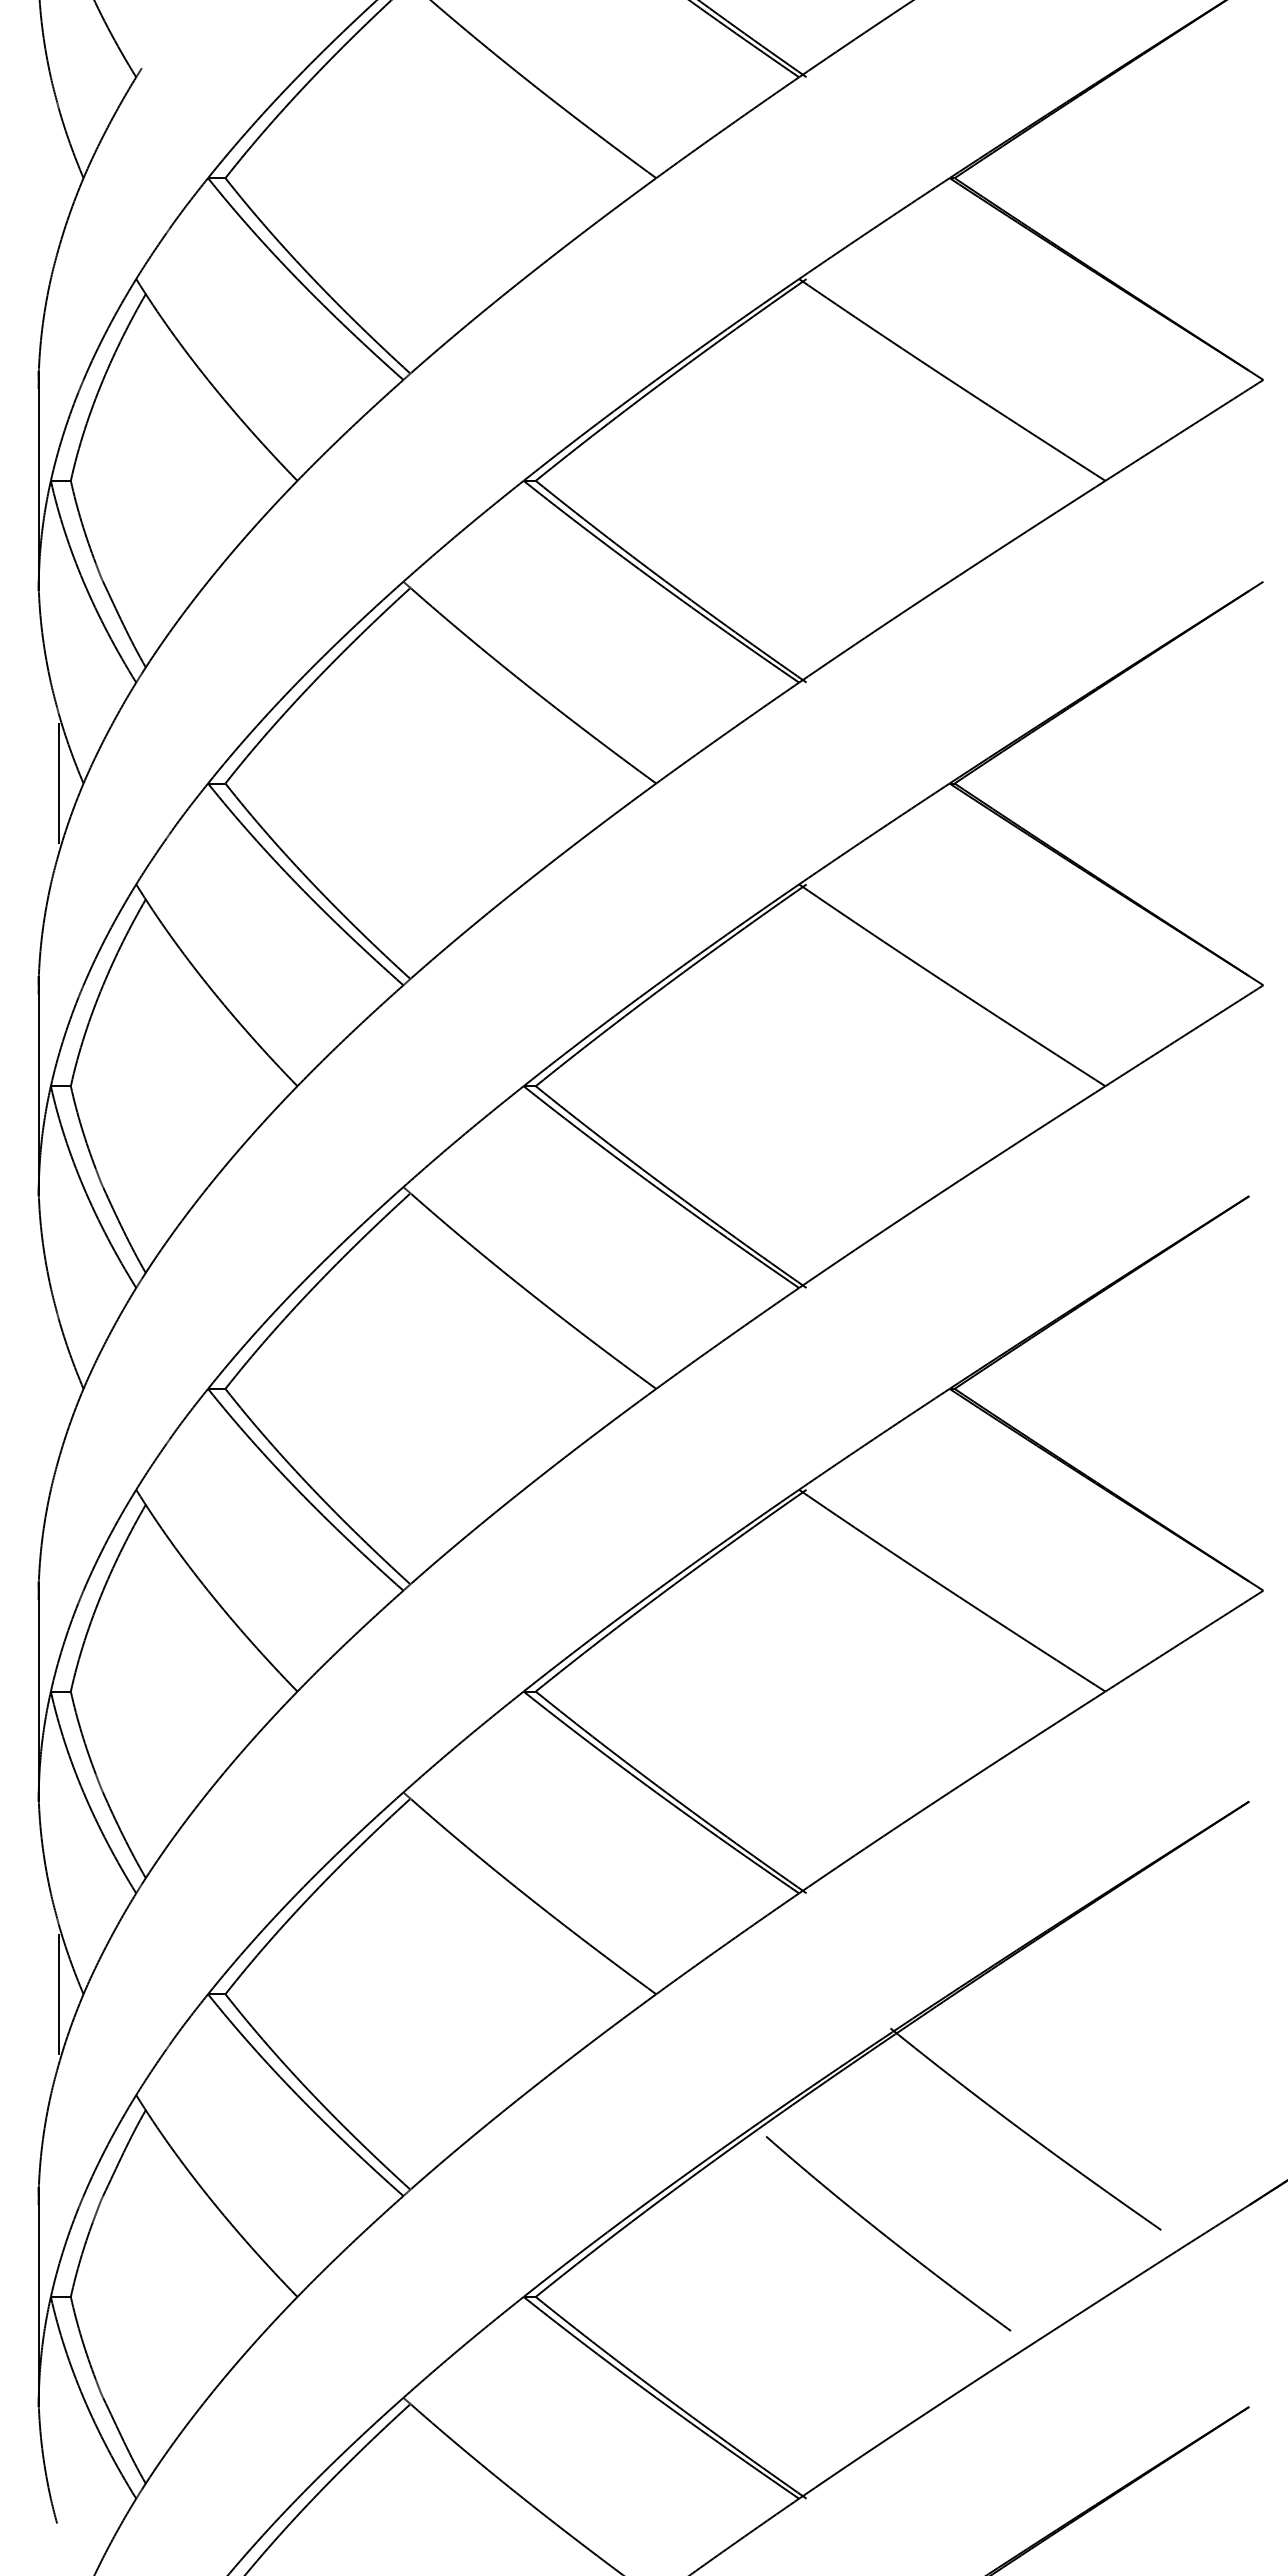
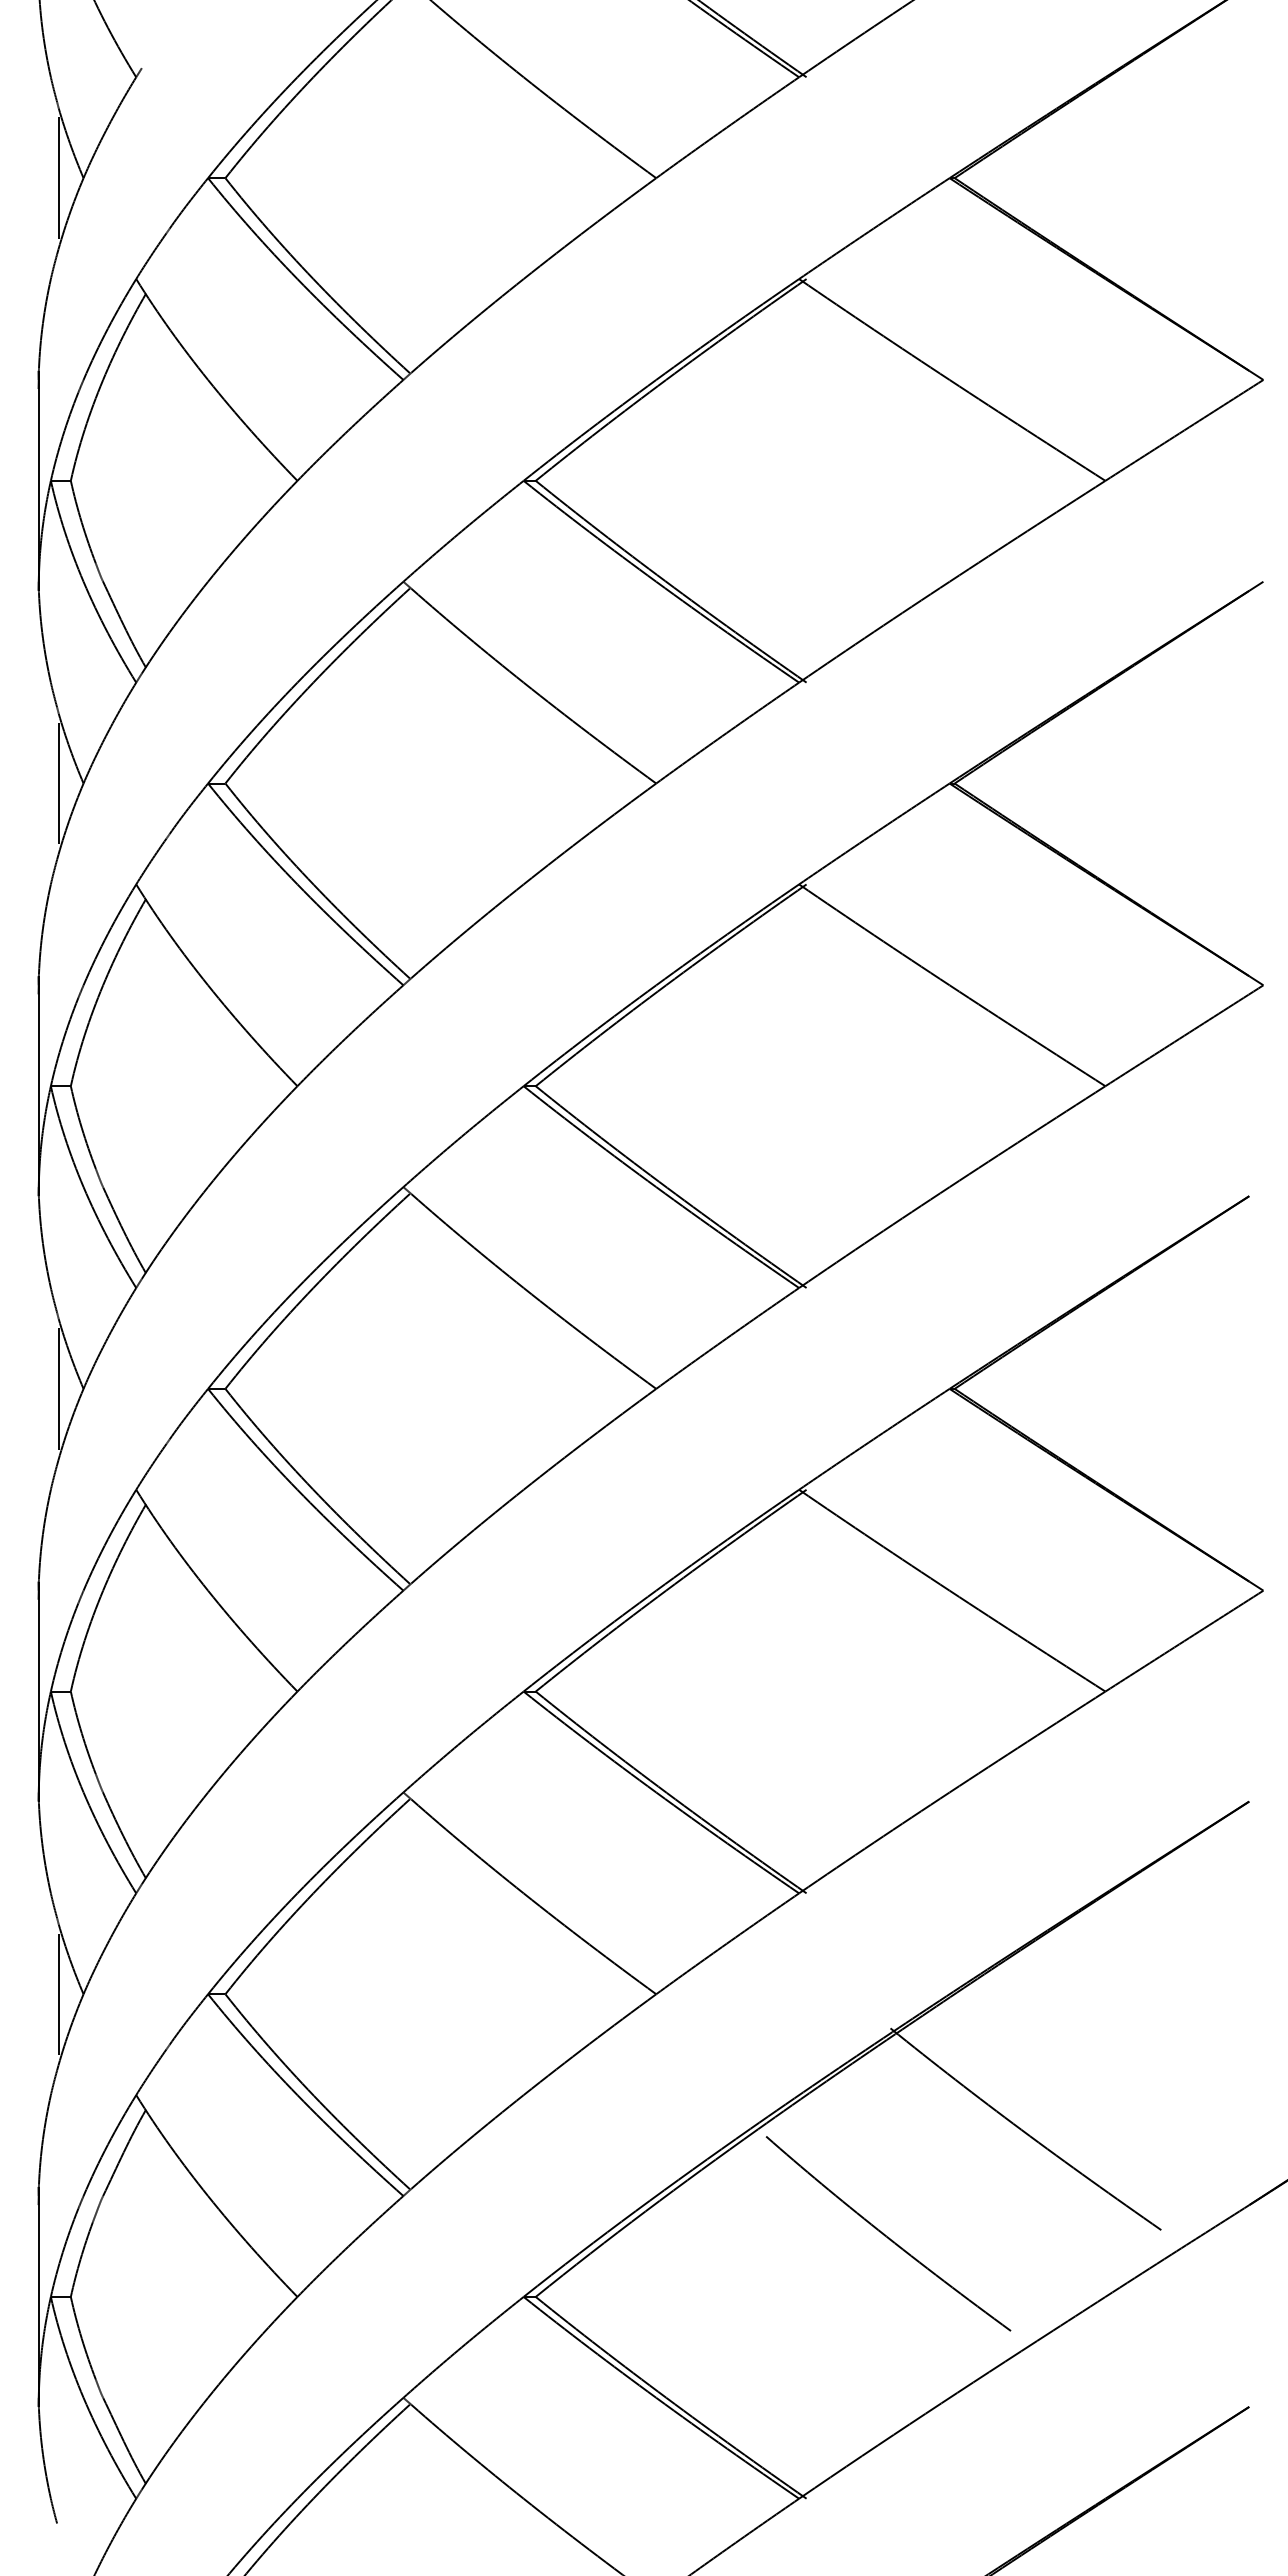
line at (58, 177): none -> present
line at (58, 1388): none -> present
